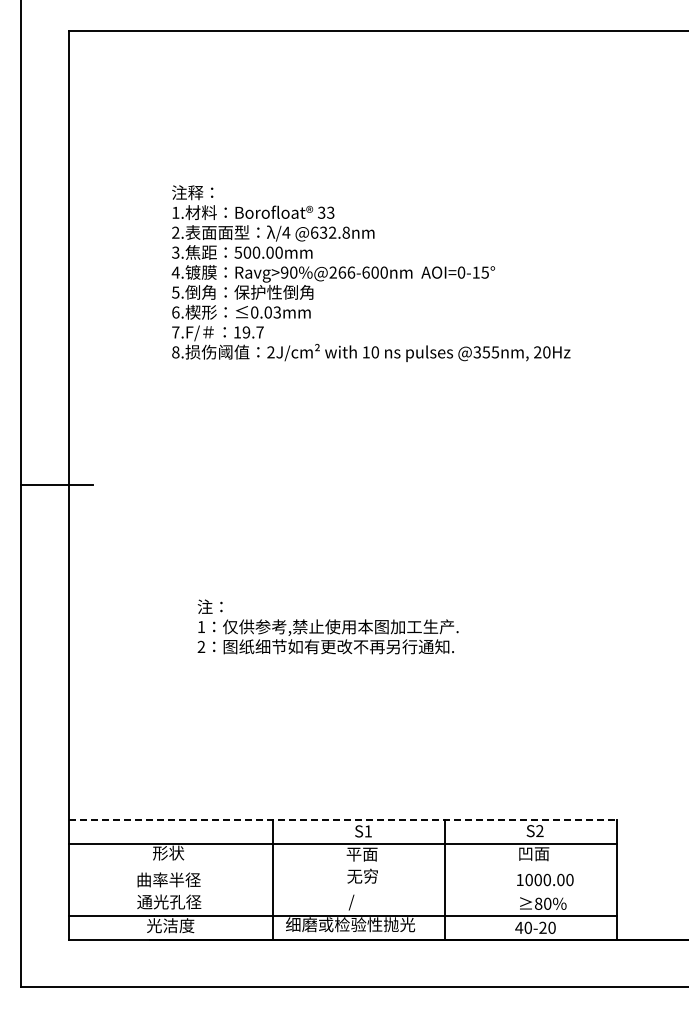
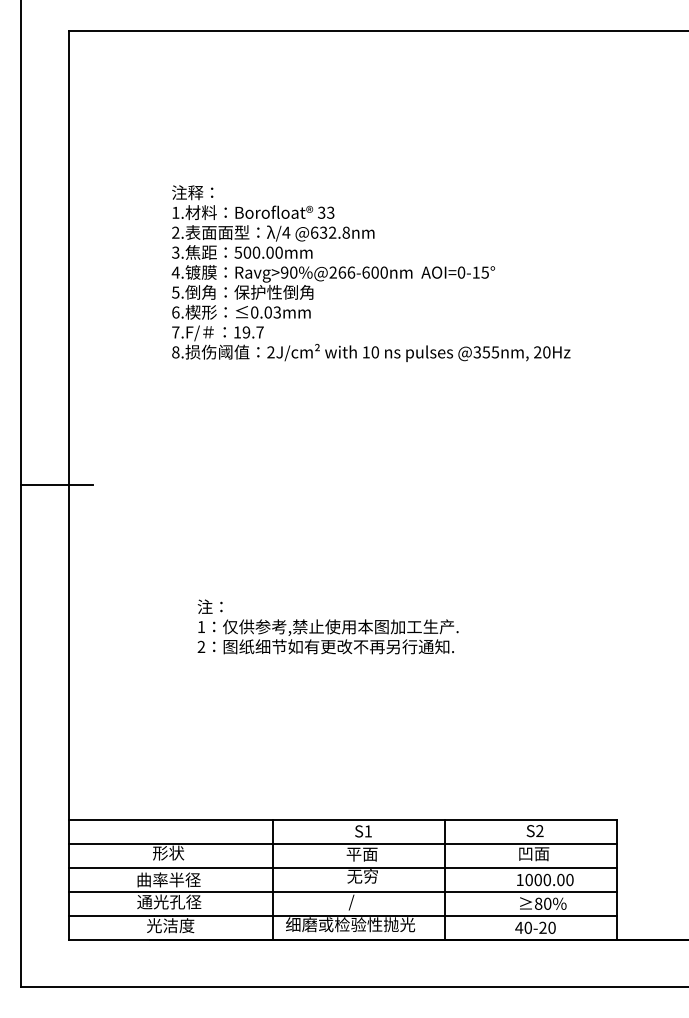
line at (343, 819): dashed -> solid
line at (342, 867): none -> present
line at (342, 891): none -> present
